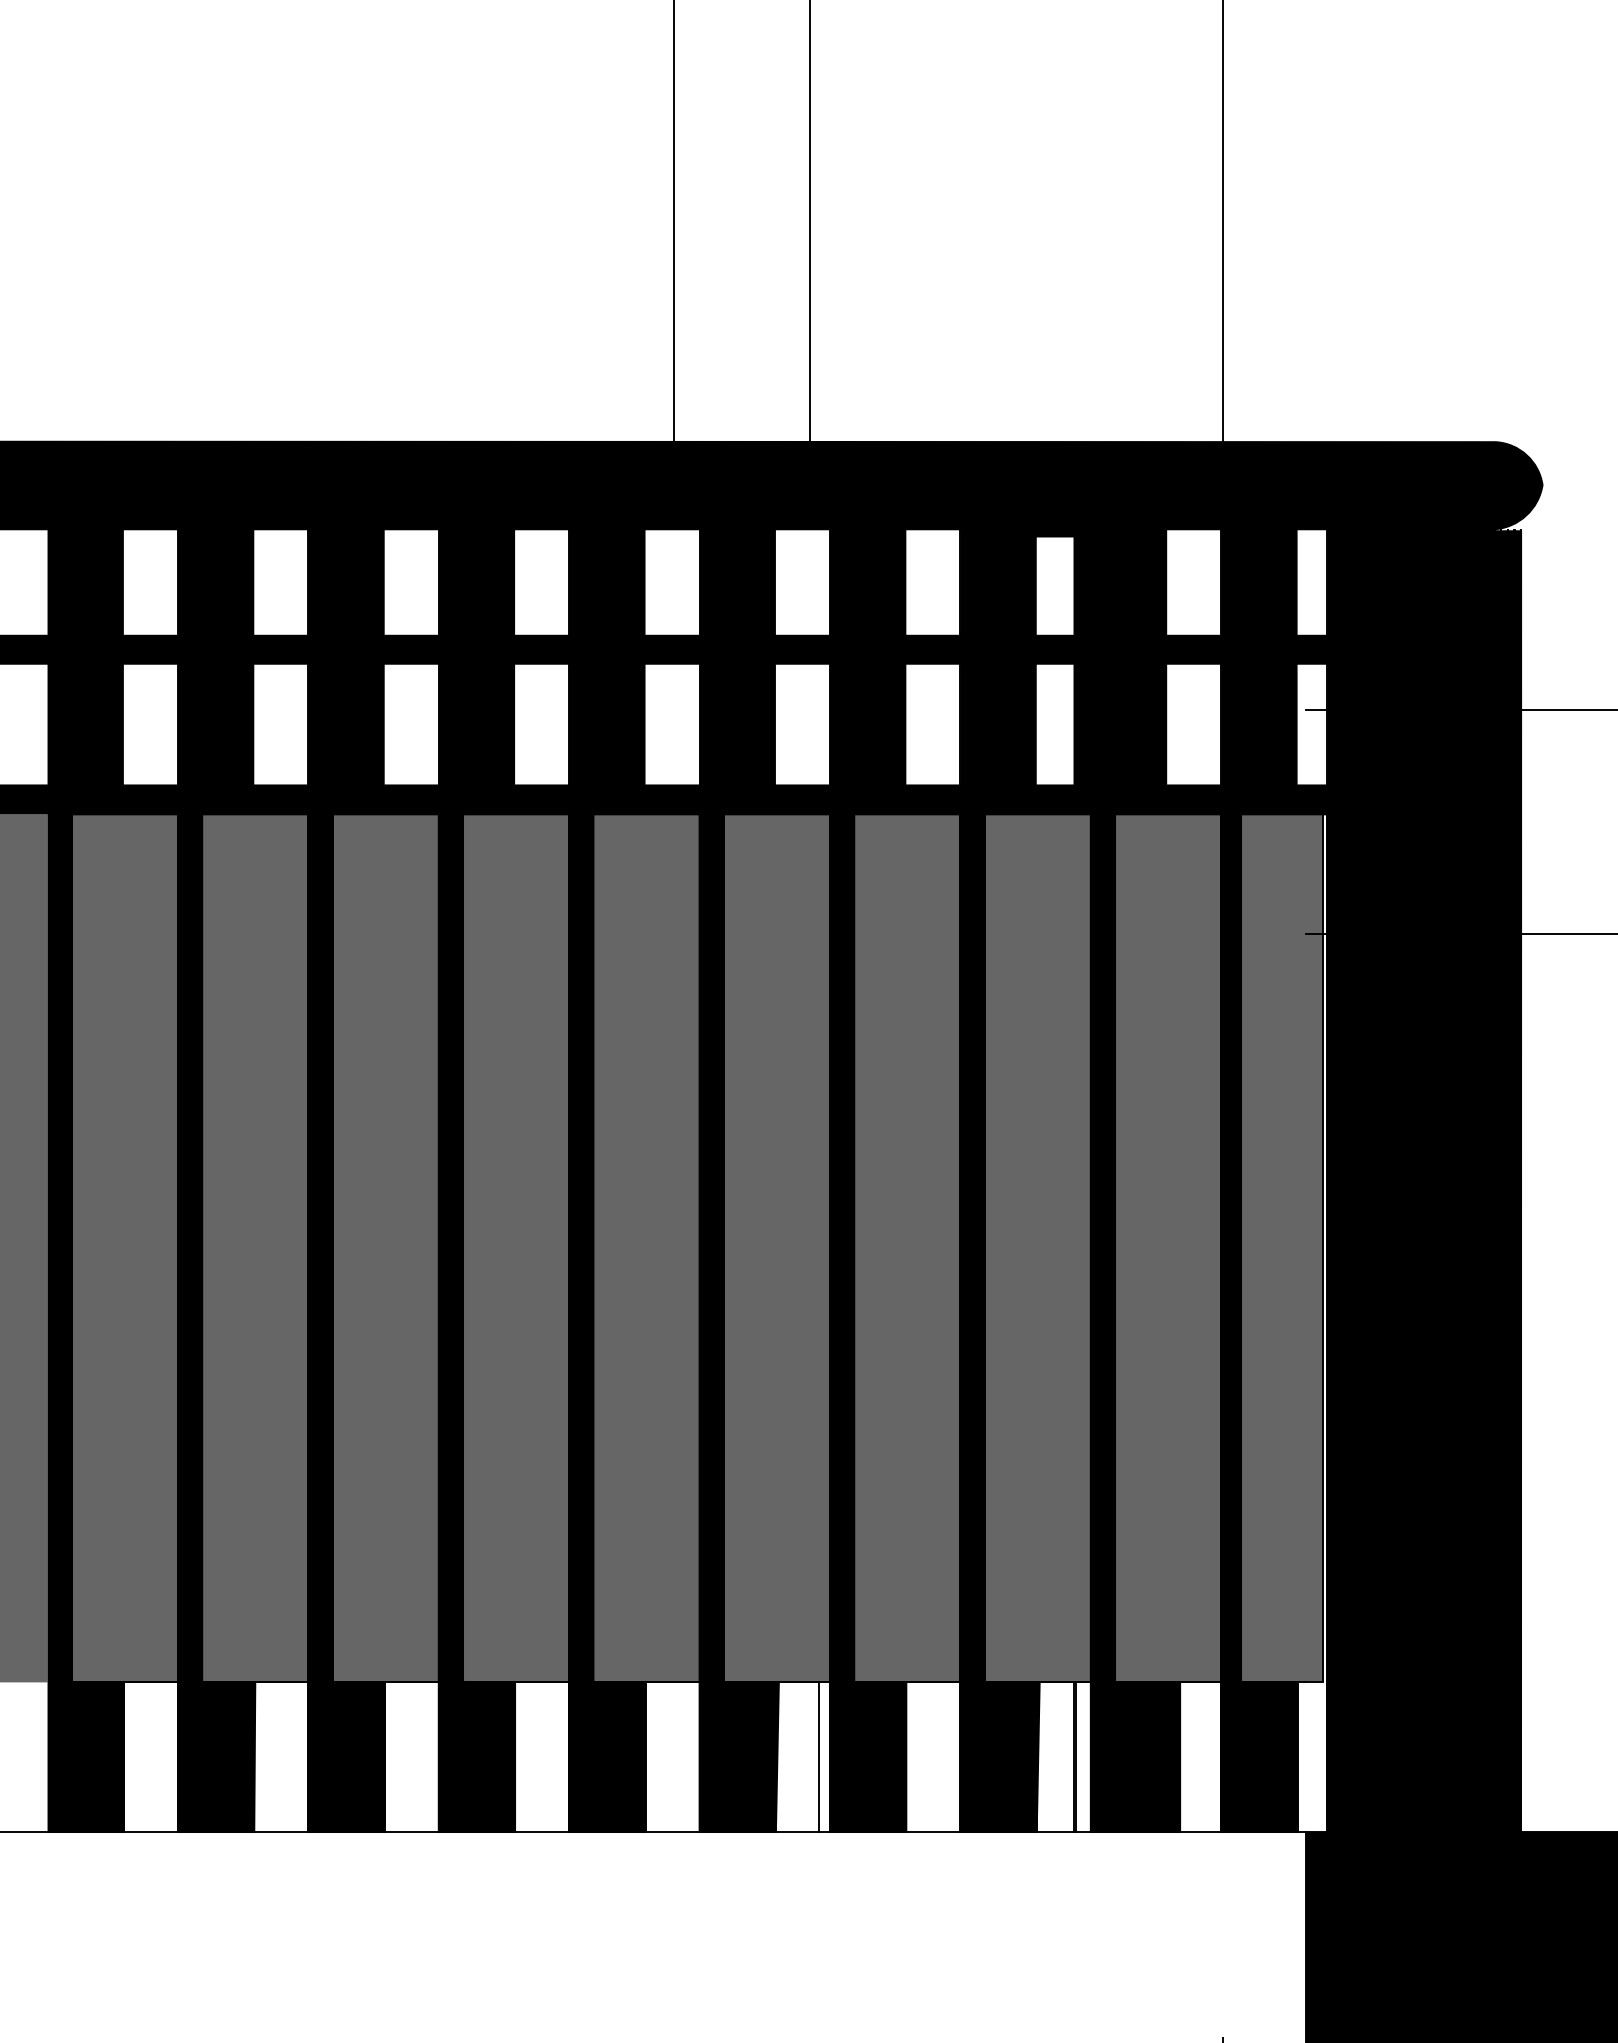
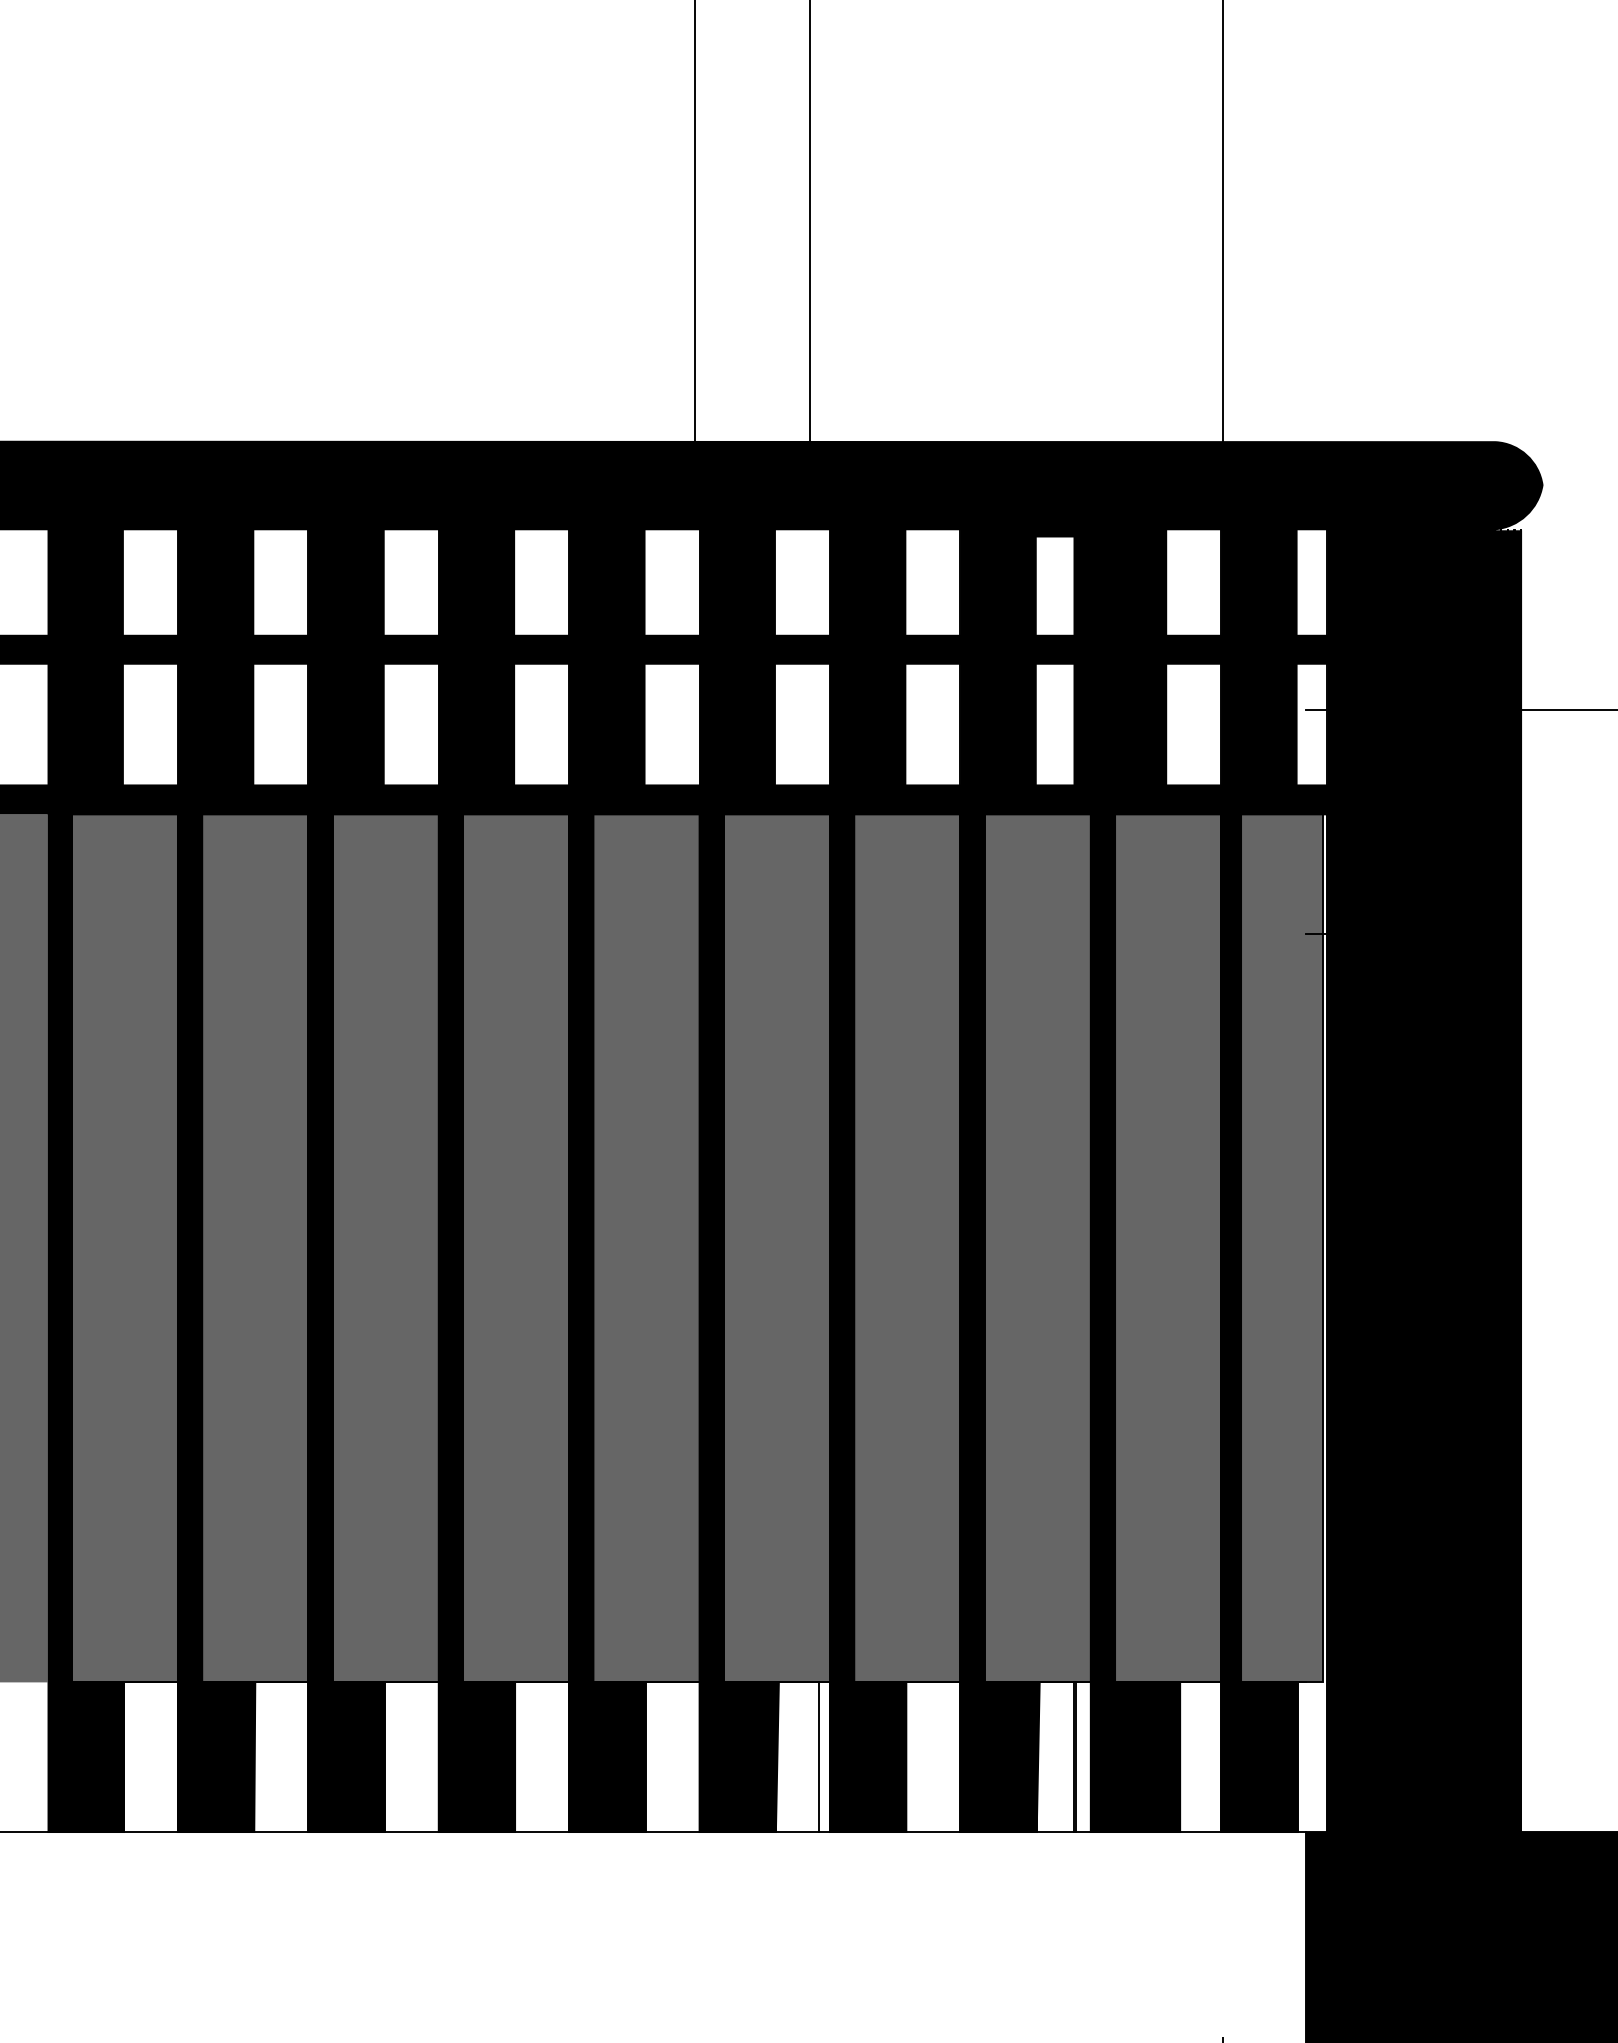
line at (674, 221) position: (674, 221) -> (695, 221)
line at (1559, 934): present -> none
